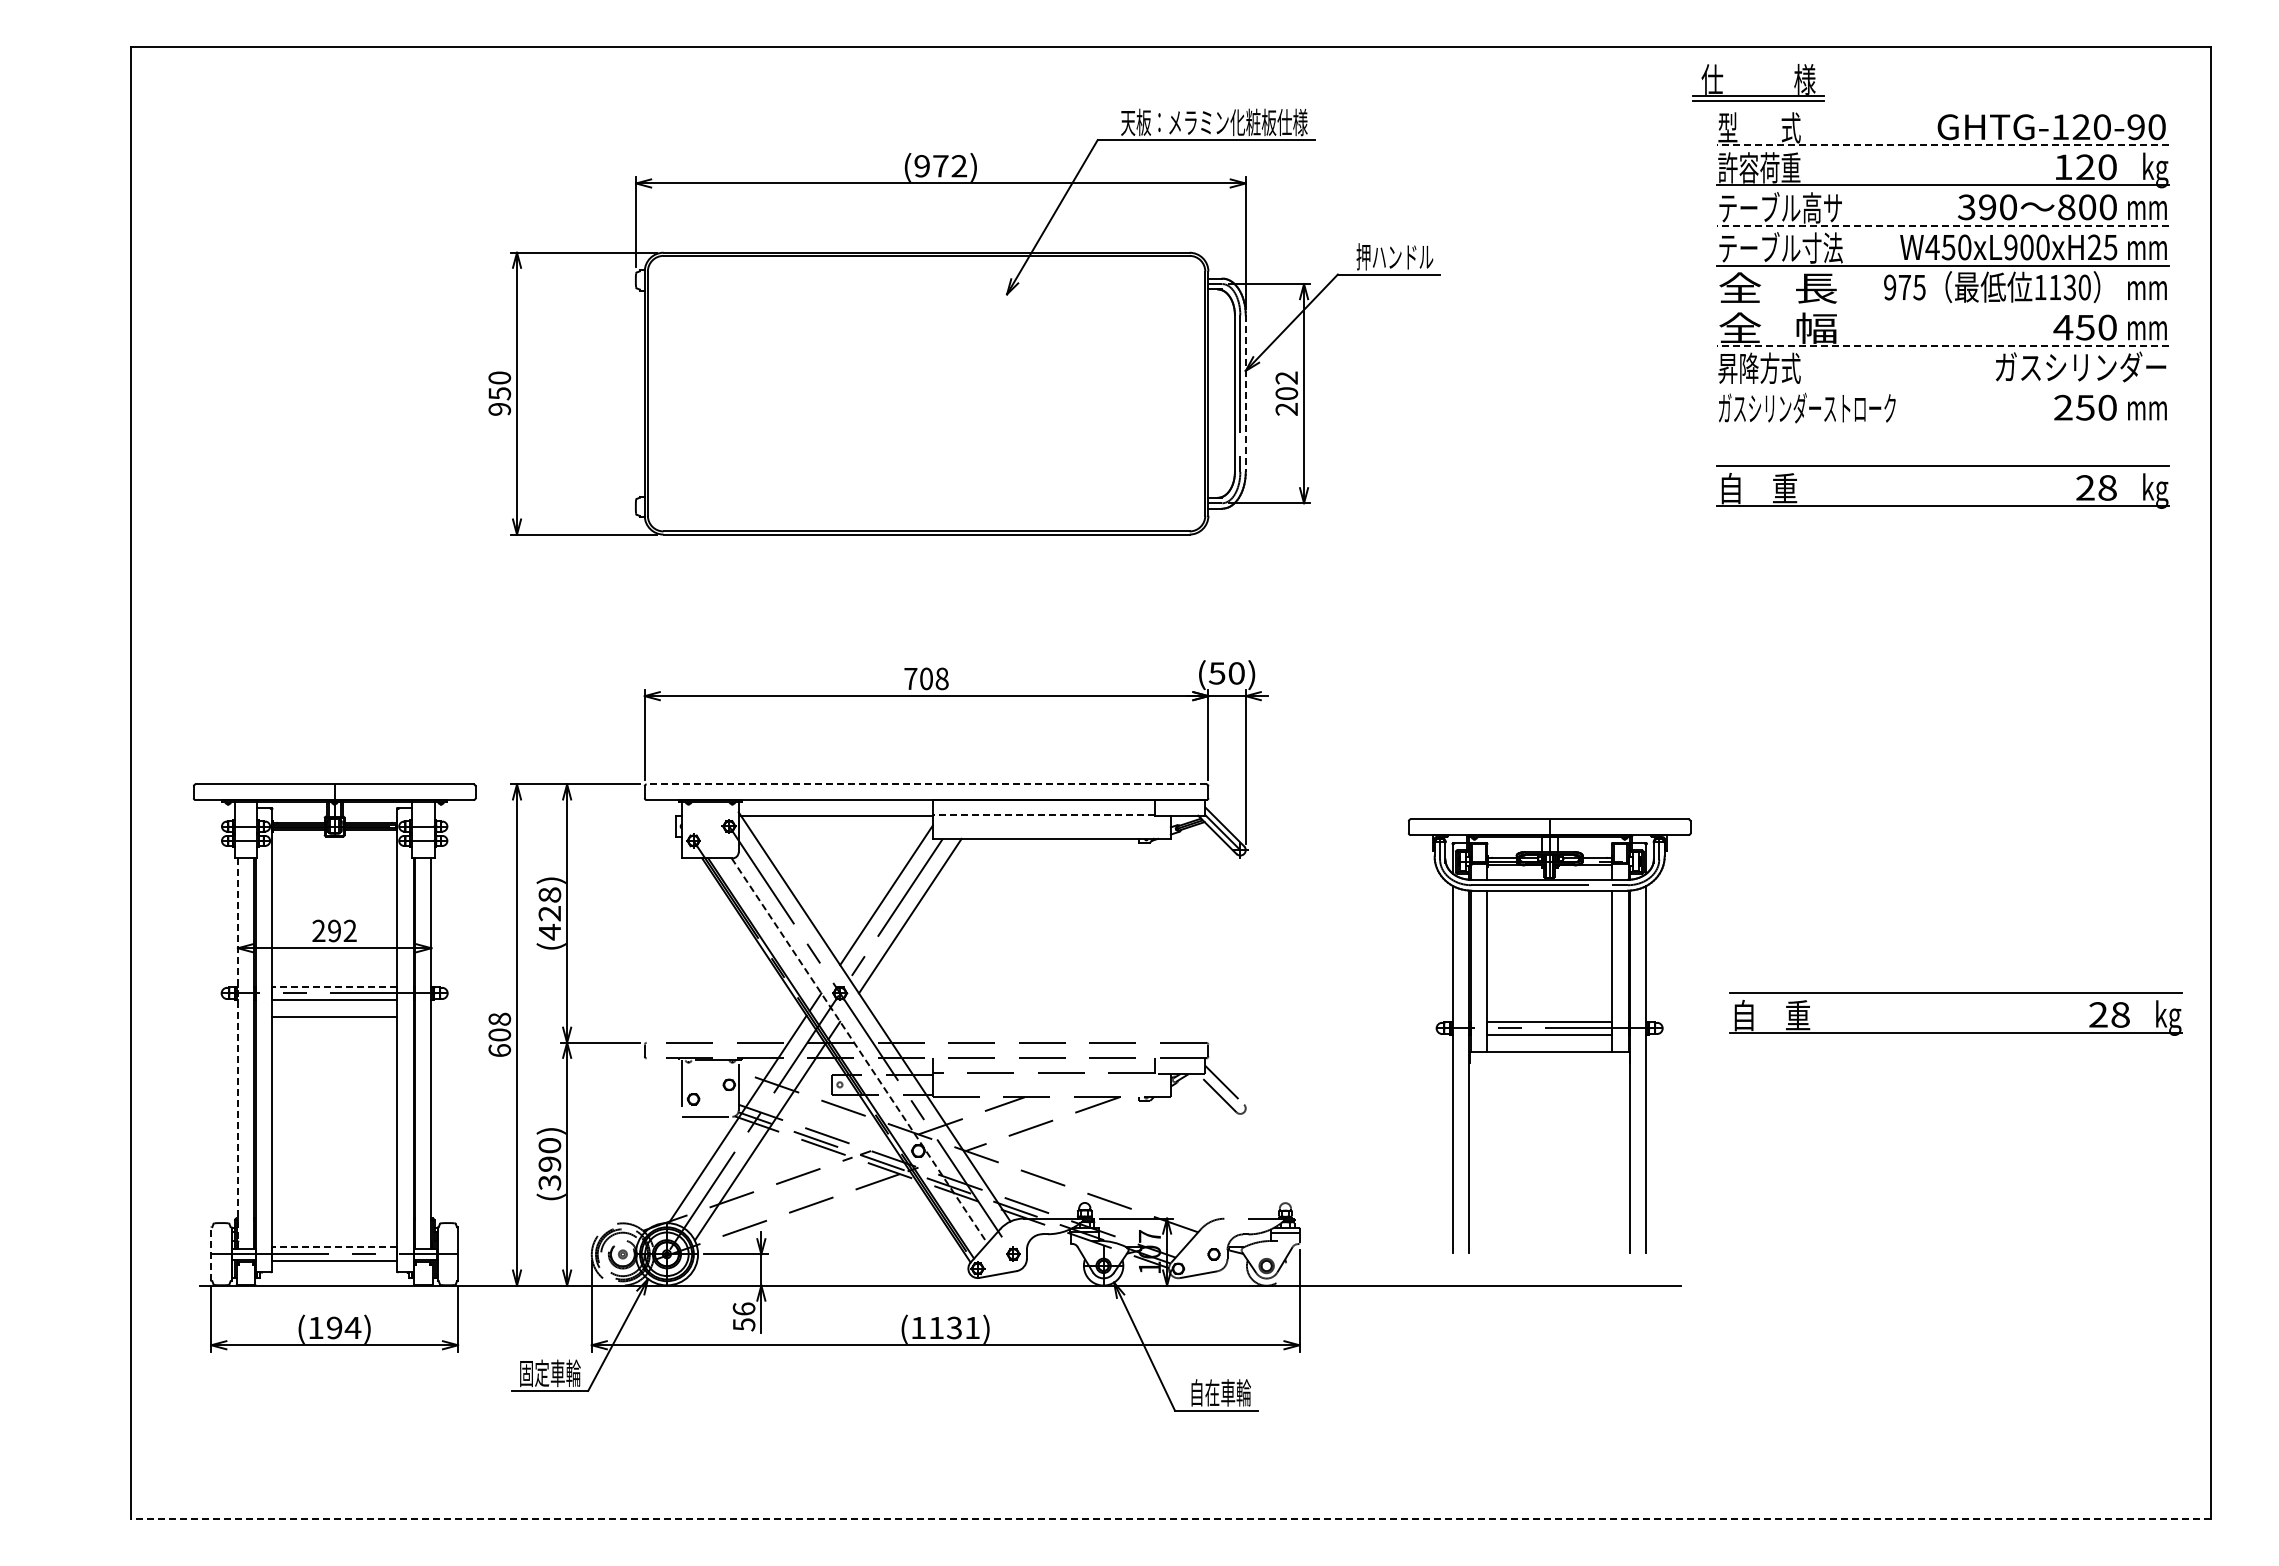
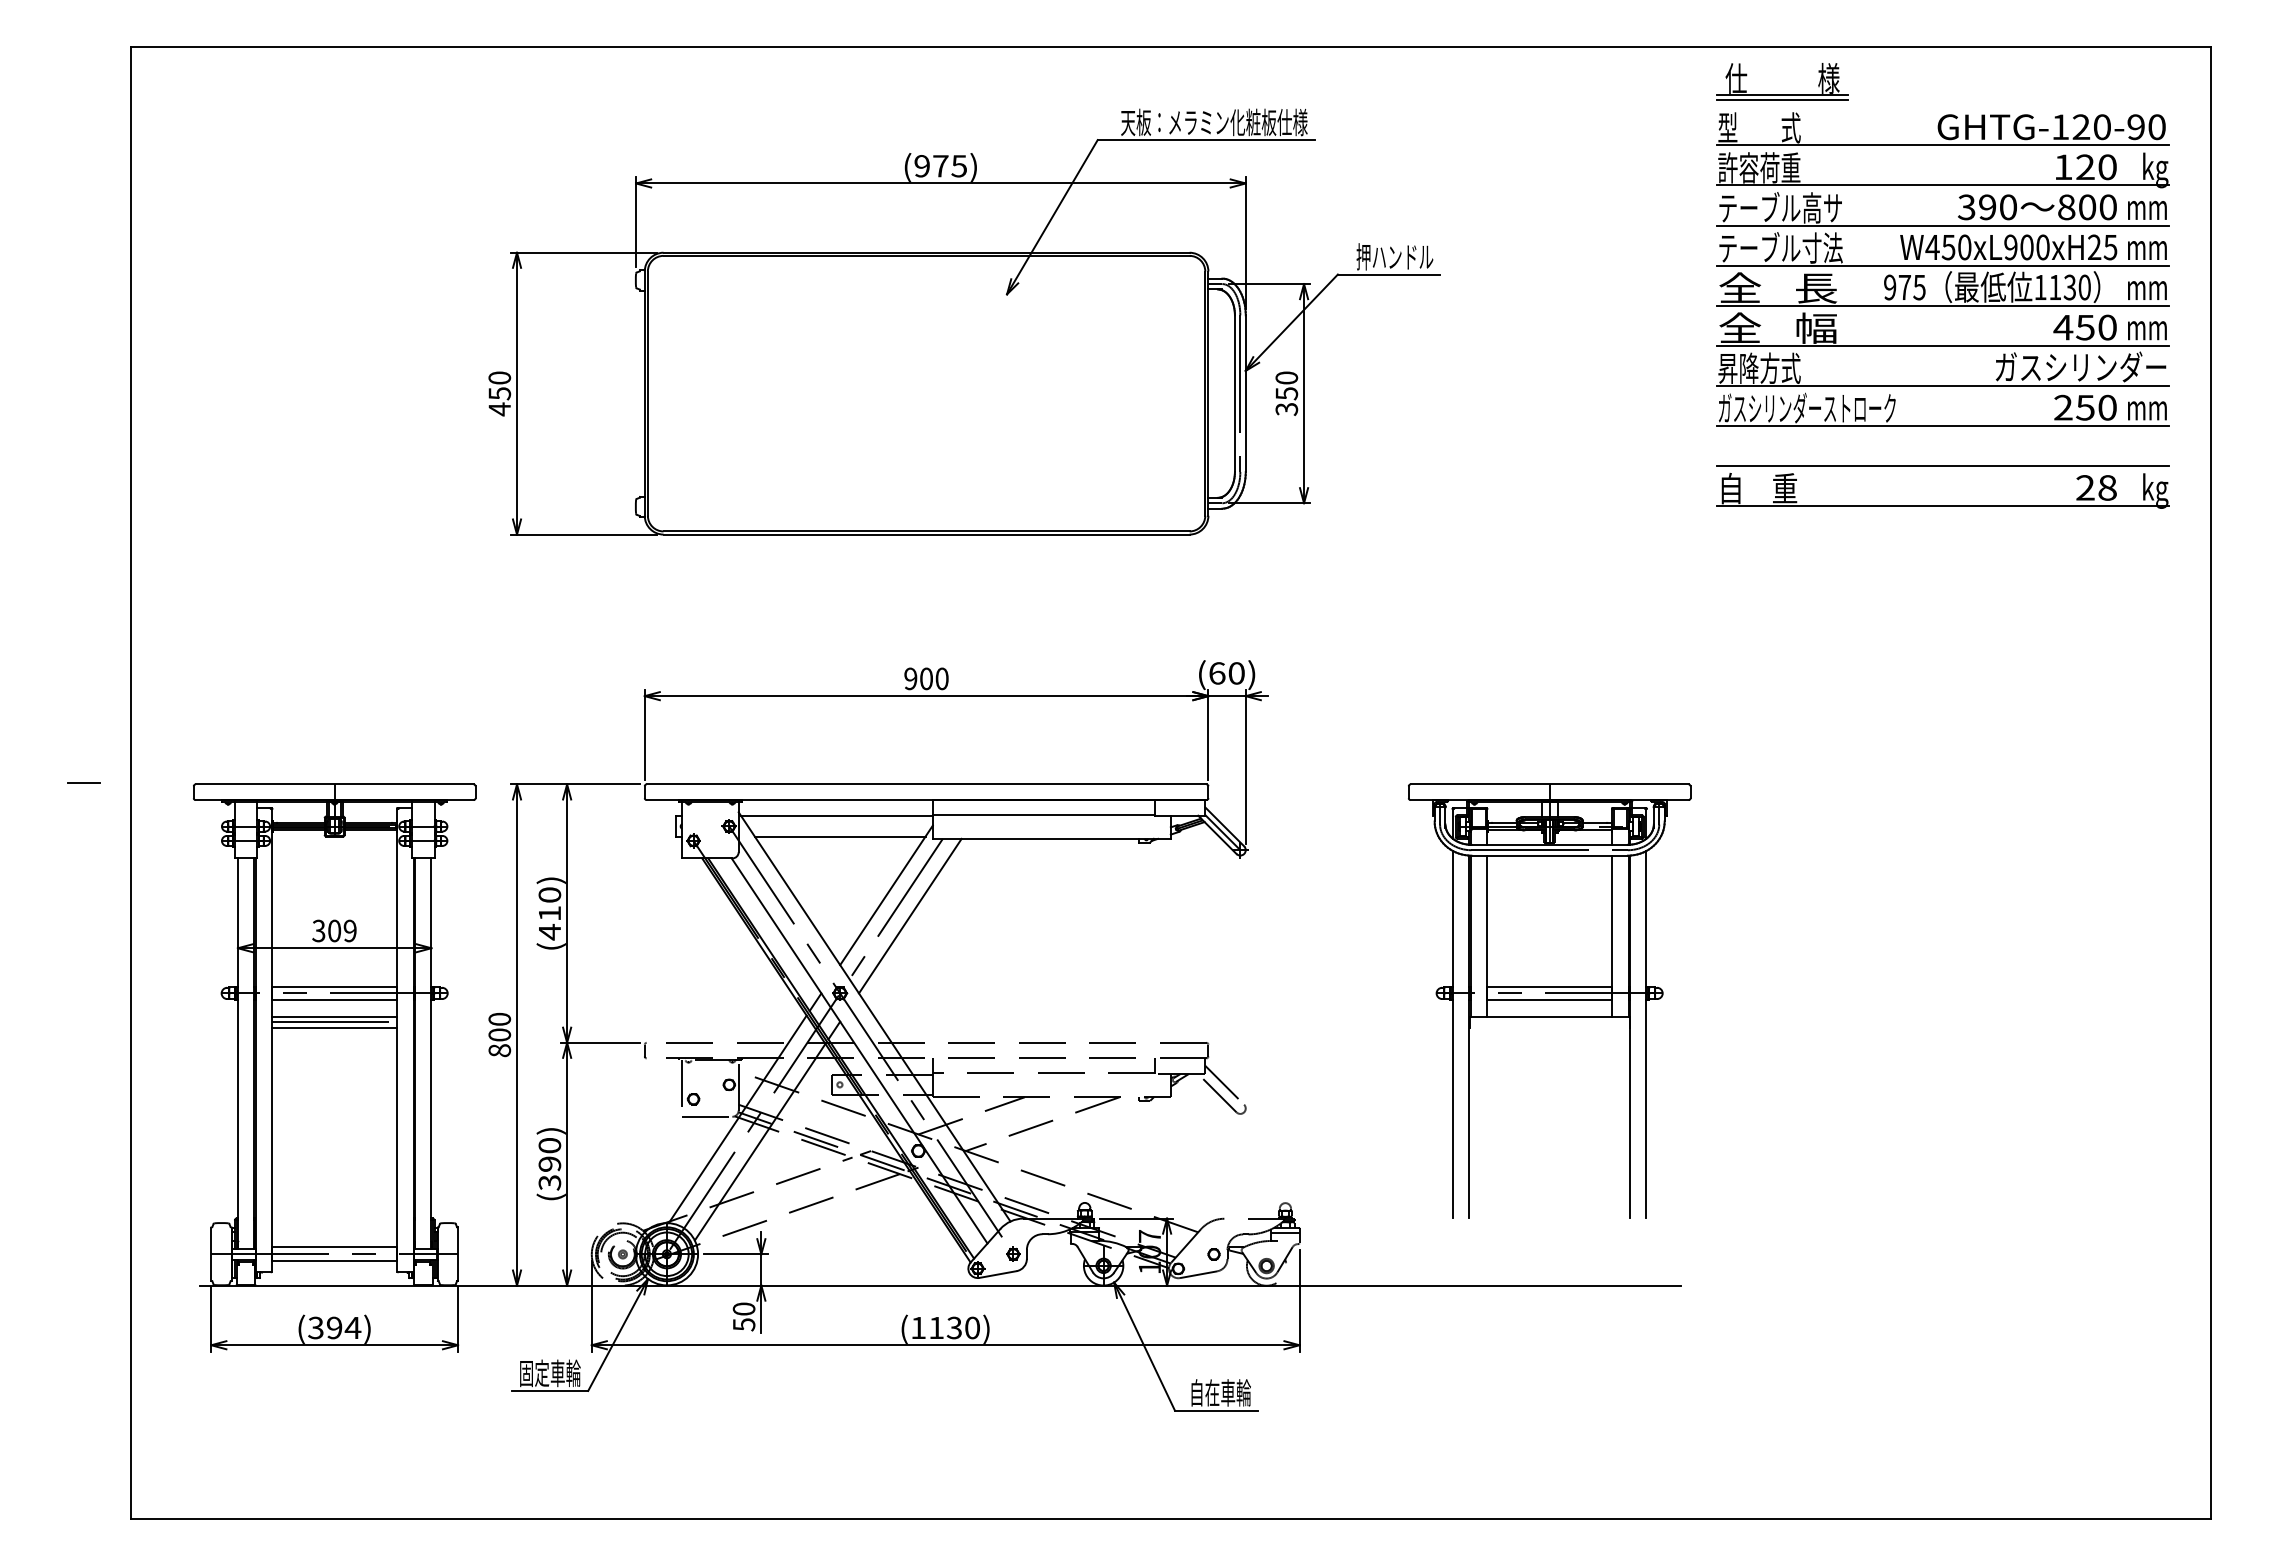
part at (1758, 95) position: (1758, 95) -> (1782, 94)
line at (1943, 145): dashed -> solid
text at (959, 166): (972) -> (975)
line at (1943, 225): dashed -> solid
line at (1942, 305): none -> present
line at (1943, 345): dashed -> solid
line at (1942, 385): none -> present
text at (1286, 393): 202 -> 350
line at (1245, 394): dashed -> solid
text at (499, 409): 950 -> 450
line at (1942, 425): none -> present
text at (1216, 673): (50) -> (60)
text at (926, 678): 708 -> 900
line at (83, 782): none -> present
line at (926, 784): dashed -> solid
line at (1043, 815): dashed -> solid
line at (839, 836): none -> present
text at (549, 904): (428) -> (410)
text at (334, 930): 292 -> 309
line at (334, 986): dashed -> solid
line at (334, 1022): none -> present
line at (334, 1027): none -> present
part at (1955, 1032): present -> none
text at (499, 1034): 608 -> 800
part at (1549, 1035) position: (1549, 1035) -> (1549, 1000)
line at (859, 1051): dashed -> solid
line at (237, 1054): dashed -> solid
line at (334, 1247): dashed -> solid
line at (211, 1254): dashed -> solid
text at (743, 1308): 56 -> 50
text at (315, 1327): (194) -> (394)
text at (972, 1327): (1131) -> (1130)
line at (1170, 1518): dashed -> solid
